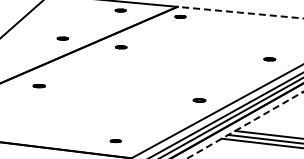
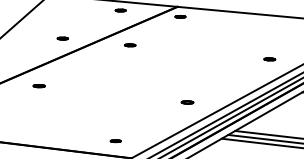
line at (240, 12): dashed -> solid
part at (121, 47) position: (121, 47) -> (130, 45)
part at (199, 100) position: (199, 100) -> (187, 102)
line at (244, 125): dashed -> solid
